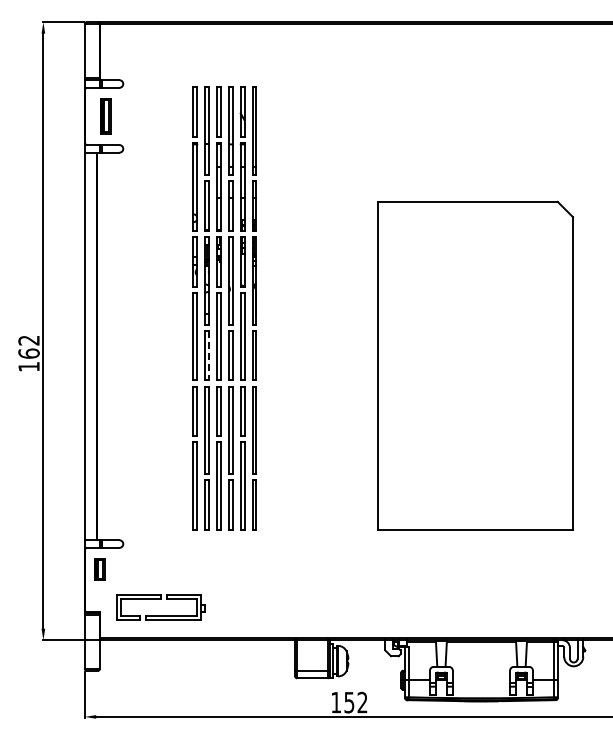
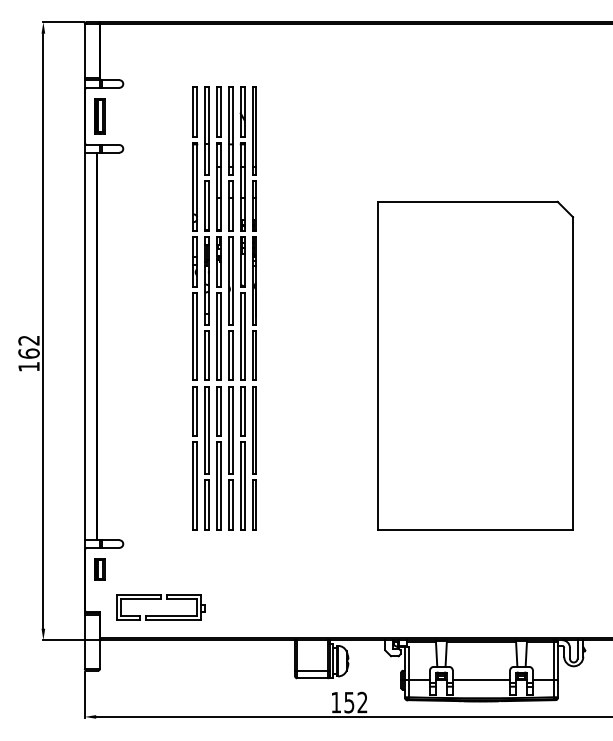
part at (105, 116) position: (105, 116) -> (99, 116)
line at (209, 355): dashed -> solid
line at (481, 680): none -> present
